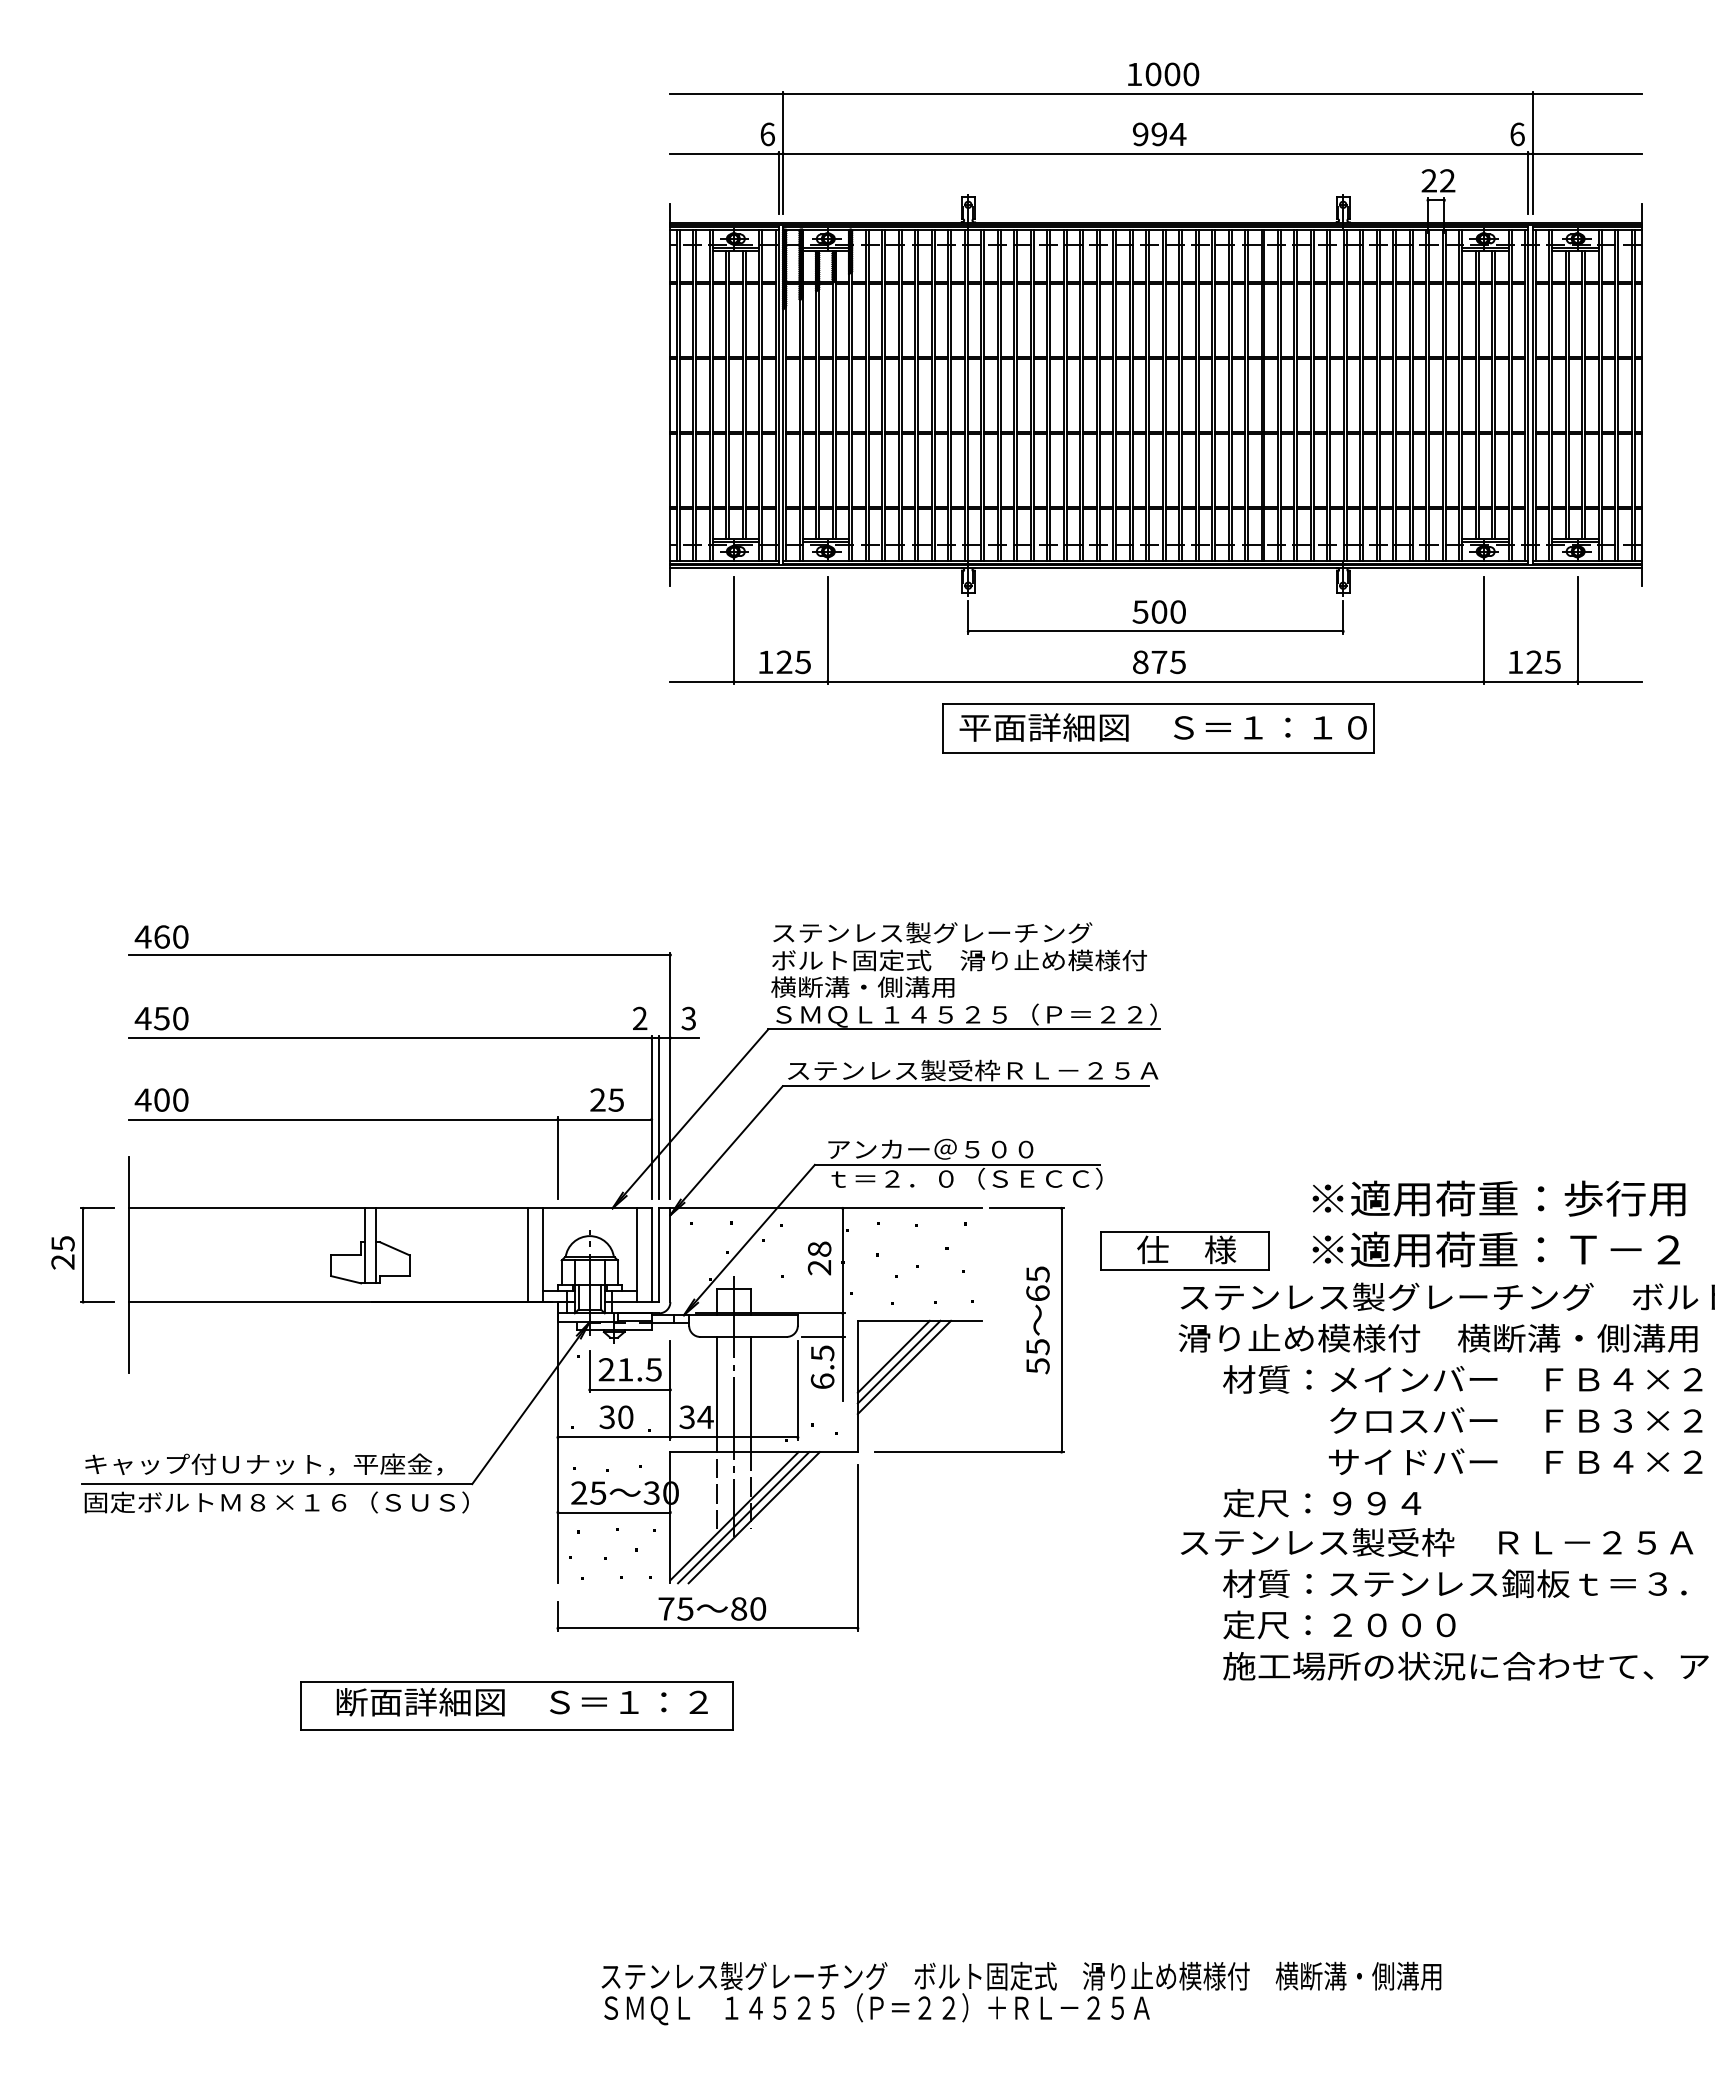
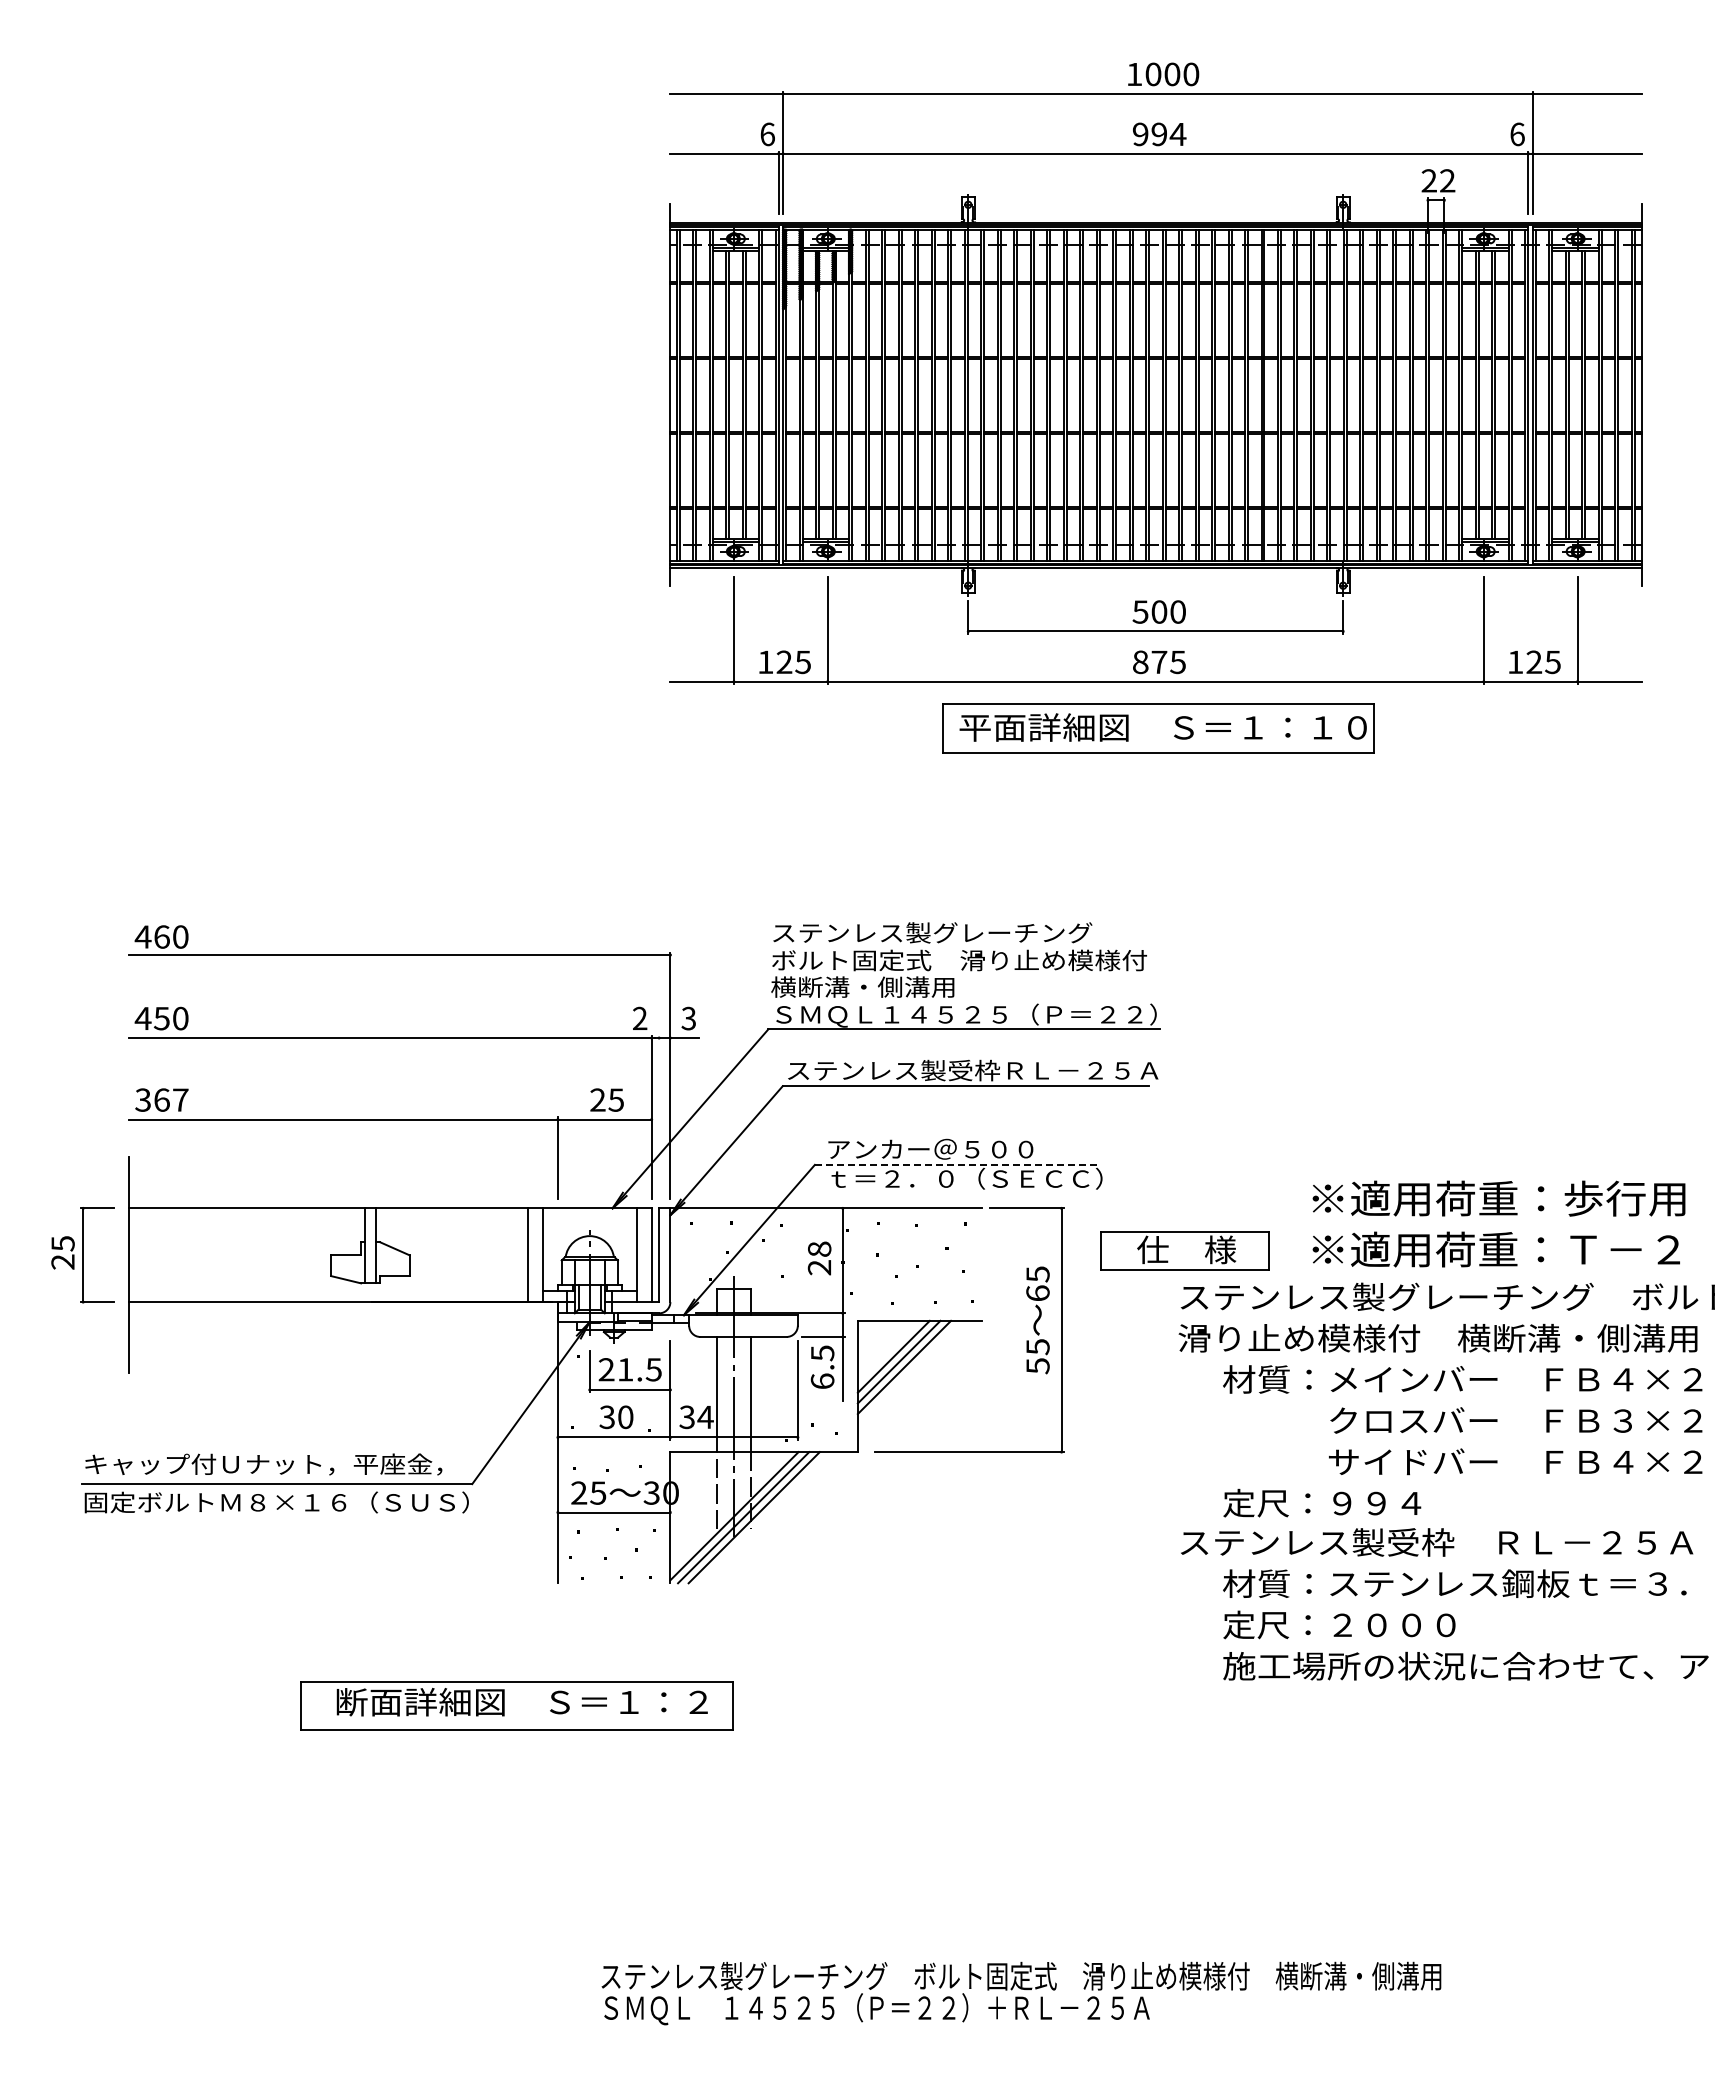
text at (161, 1099): 400 -> 367
line at (659, 1116): present -> none
line at (957, 1164): solid -> dashed
part at (691, 1597): present -> none
